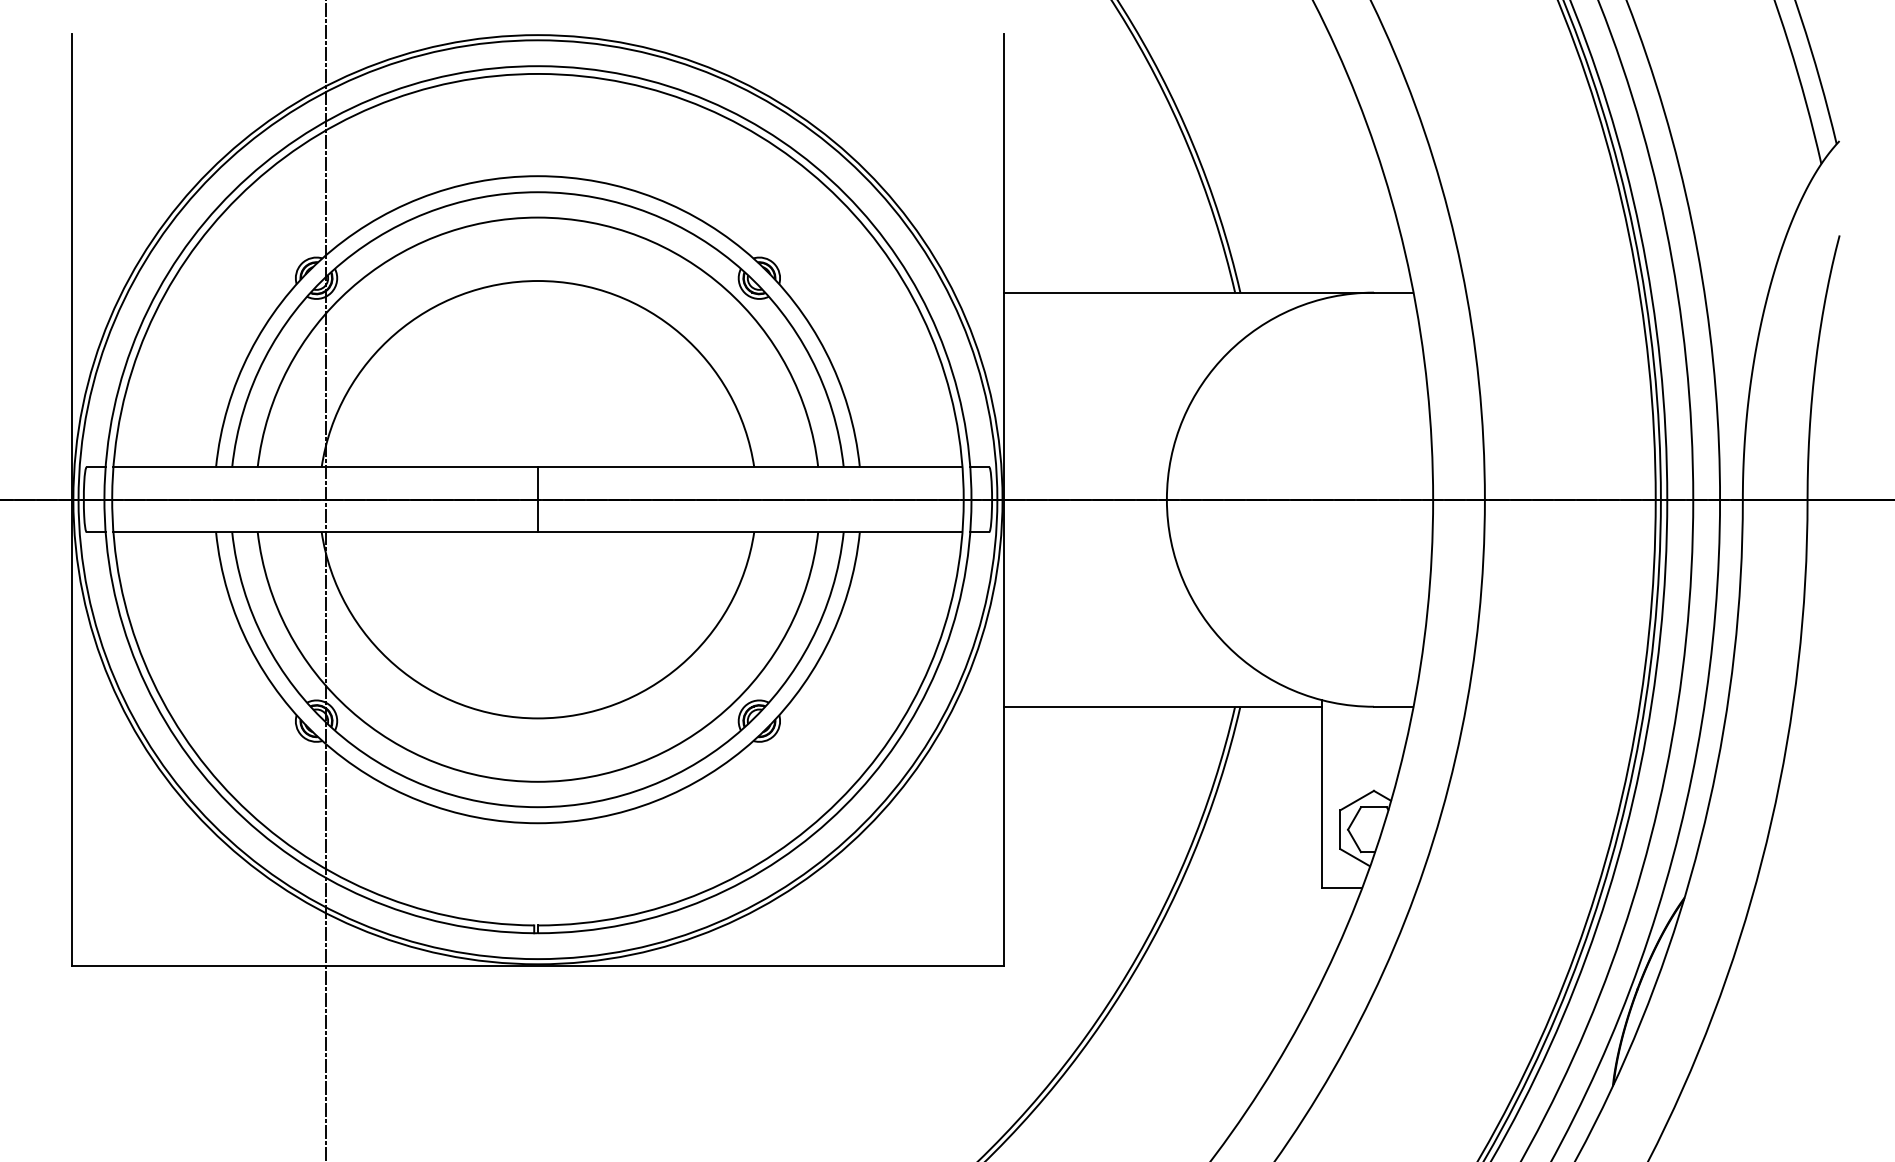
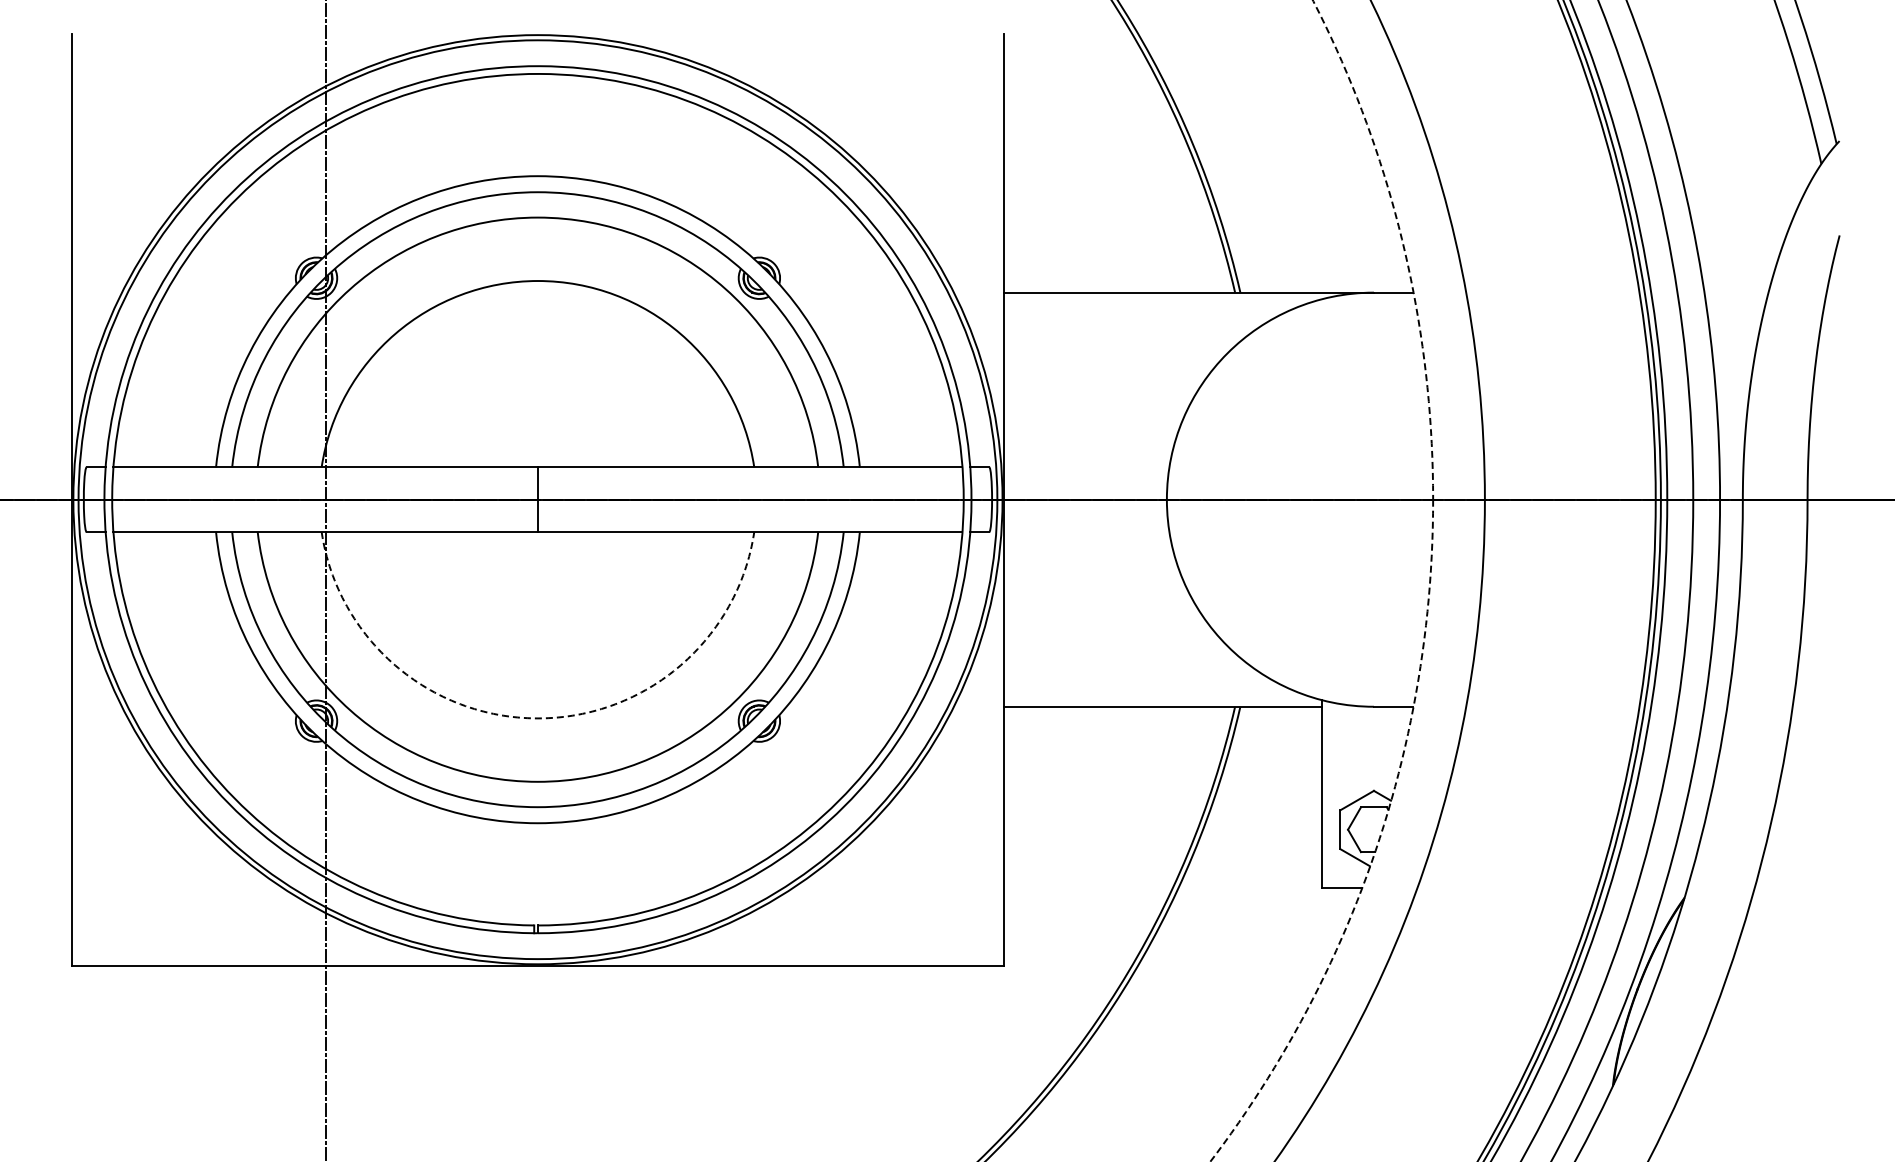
circle at (1321, 580): solid -> dashed
arc at (537, 718): solid -> dashed
